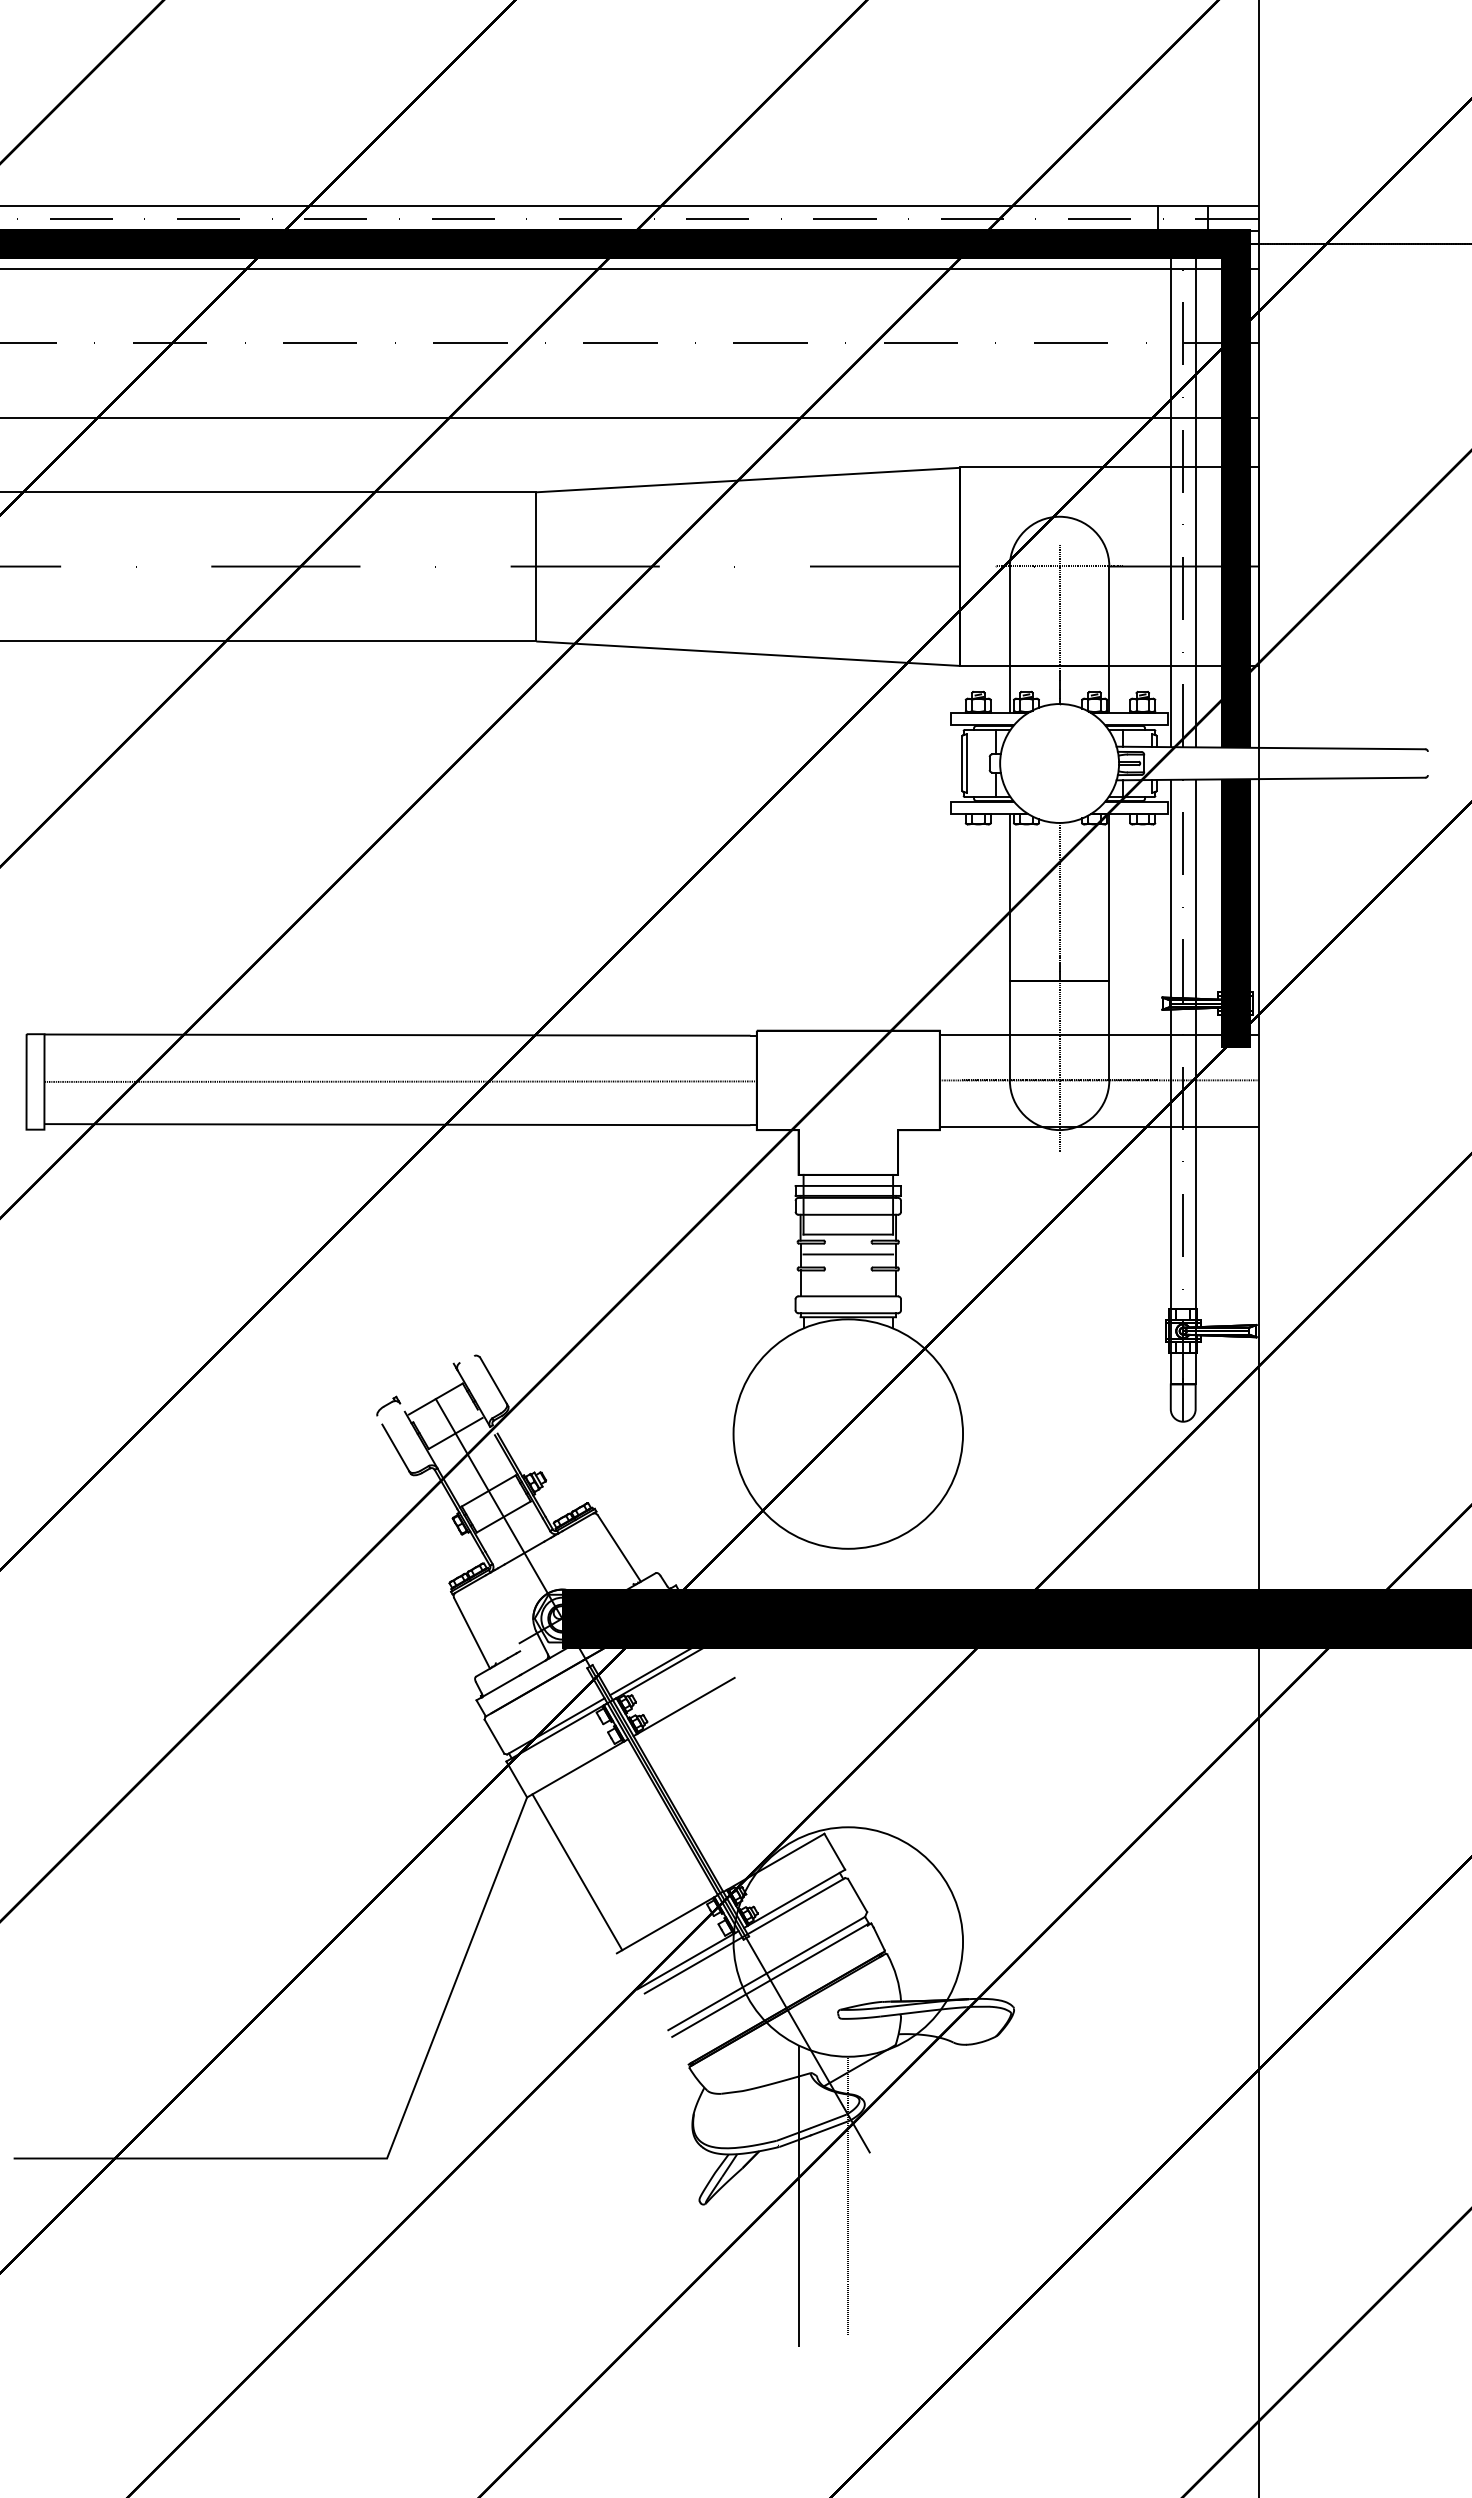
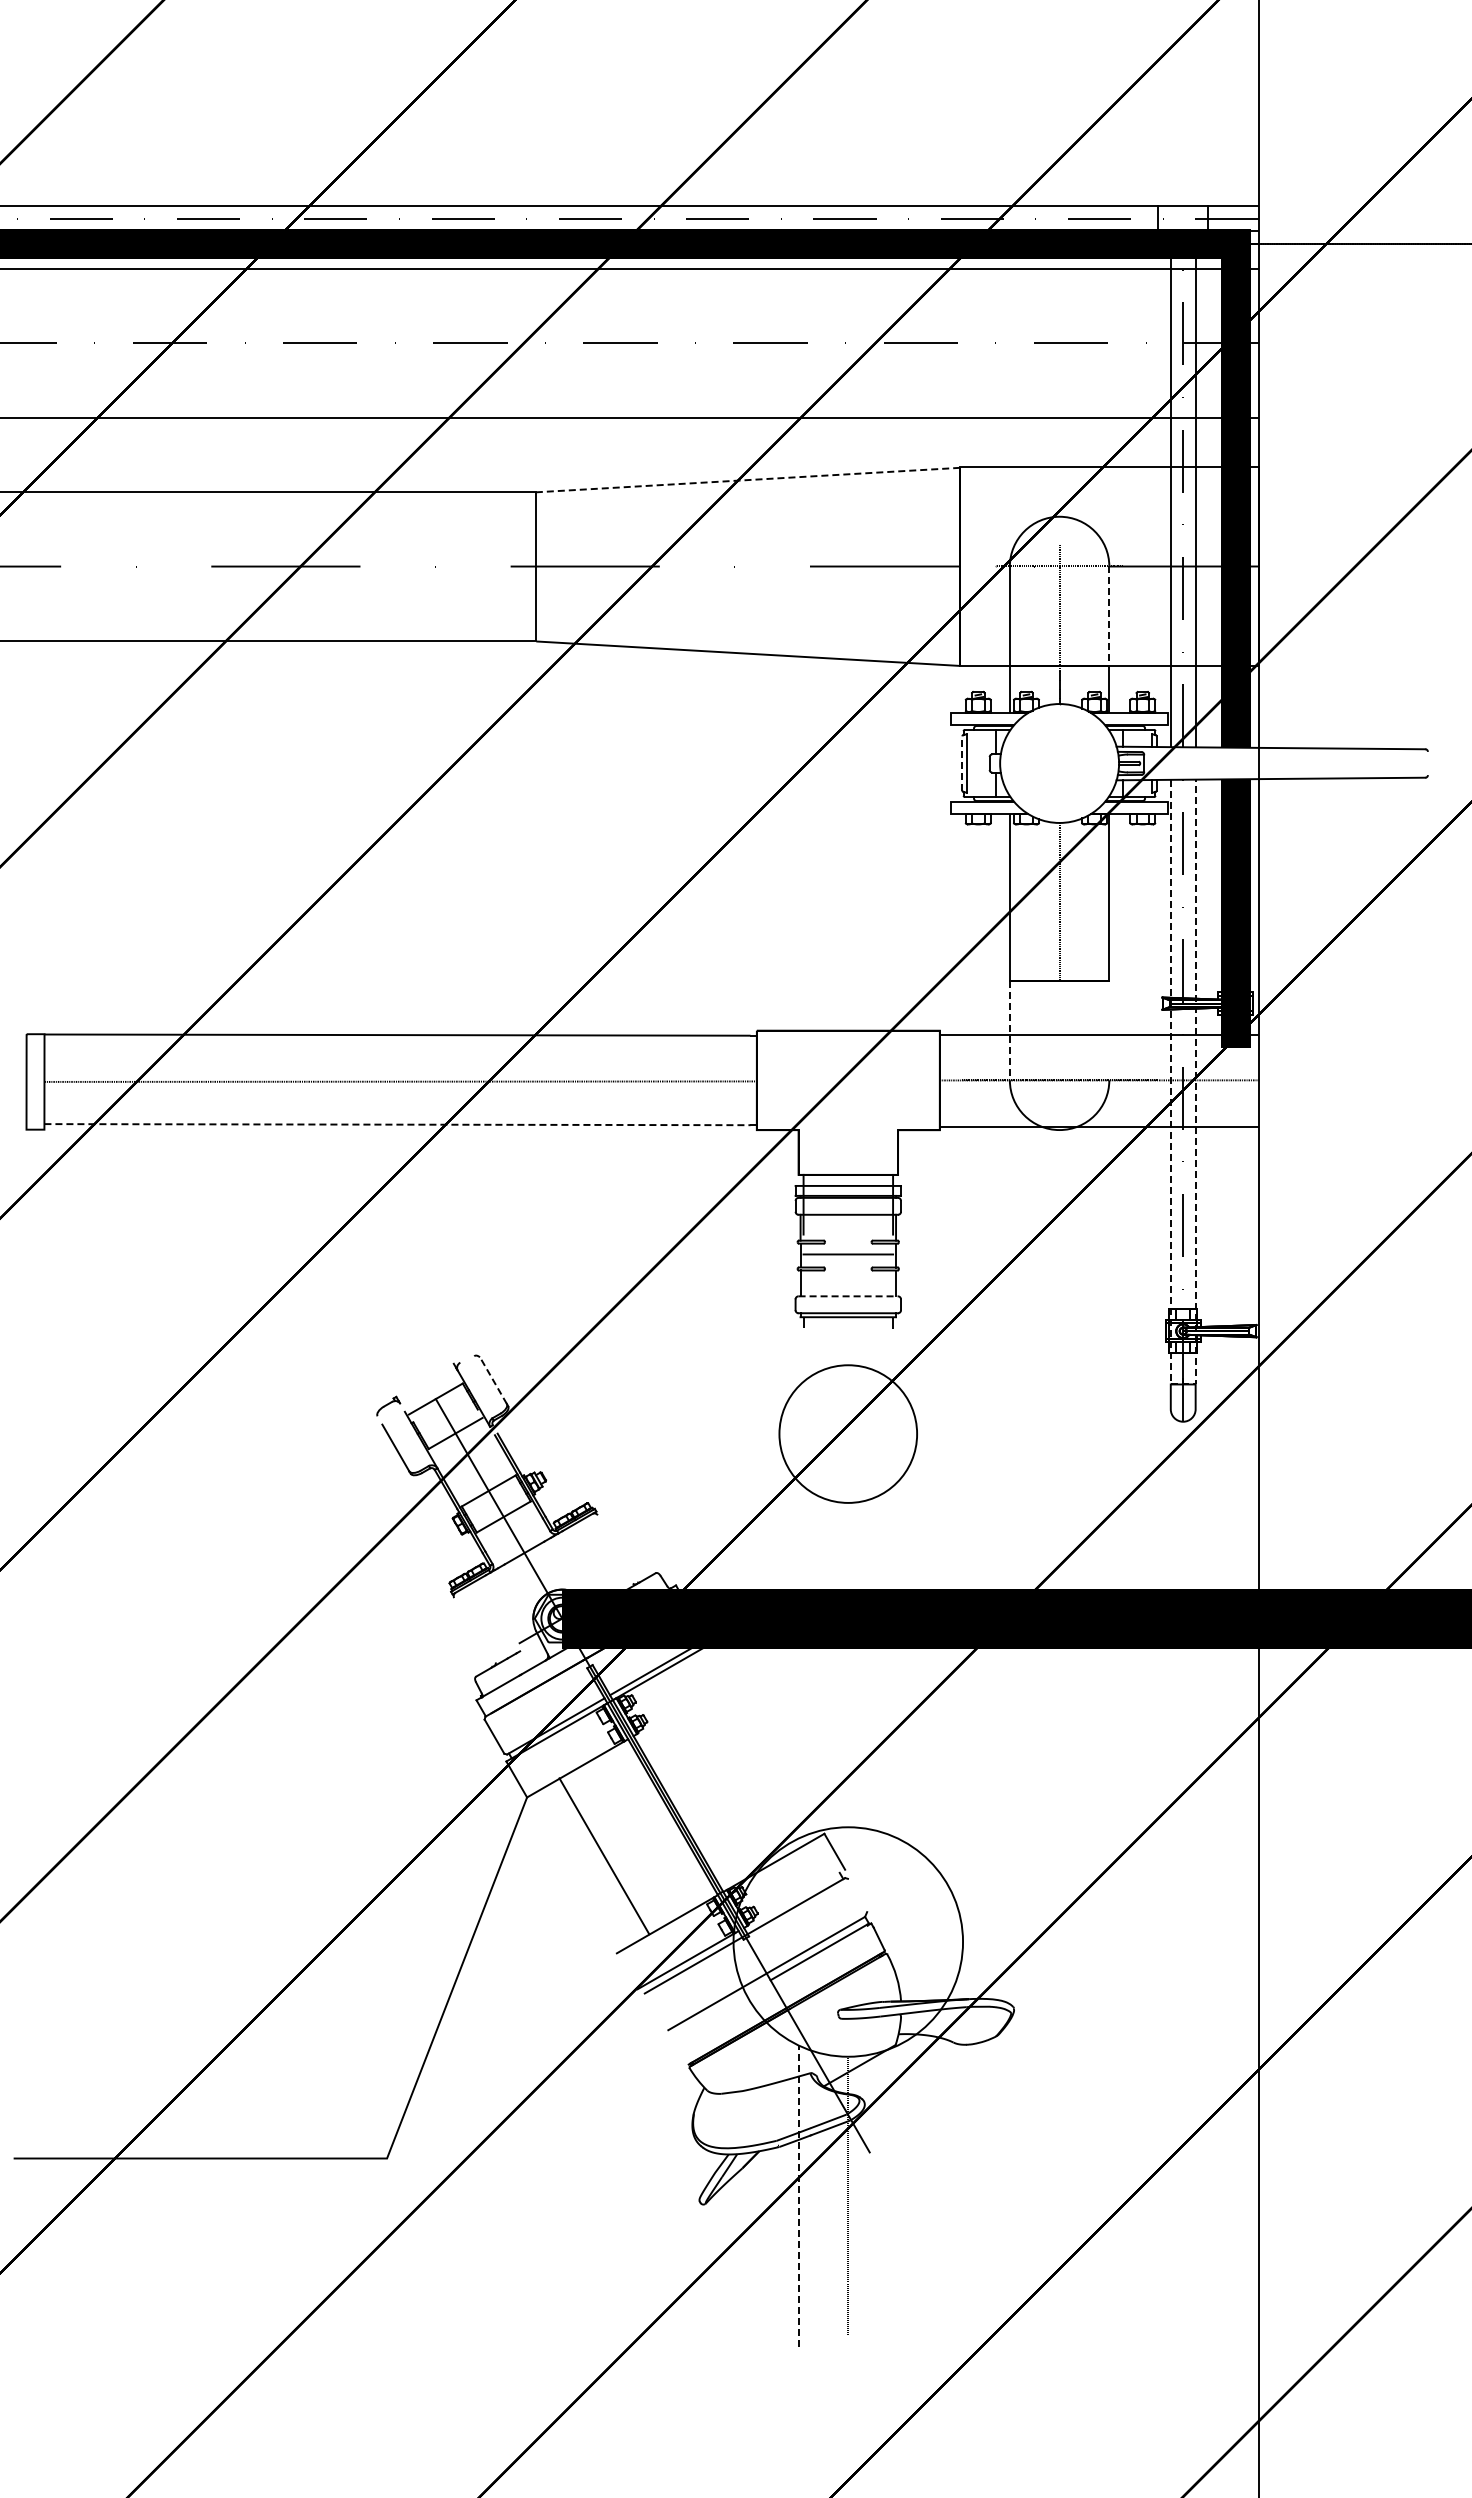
line at (747, 480): solid -> dashed
line at (1109, 616): solid -> dashed
line at (962, 763): solid -> dashed
line at (1009, 1030): solid -> dashed
line at (1109, 1030): present -> none
line at (1059, 1053): present -> none
line at (398, 1124): solid -> dashed
line at (848, 1234): present -> none
line at (848, 1296): solid -> dashed
line at (493, 1380): solid -> dashed
line at (1183, 1384): solid -> dashed
circle at (848, 1433) diameter: 229 px -> 138 px
line at (618, 1548): present -> none
line at (472, 1633): present -> none
line at (685, 1705): present -> none
line at (577, 1872) position: (577, 1872) -> (604, 1856)
line at (857, 1895): present -> none
line at (796, 1897): present -> none
line at (721, 2008): present -> none
line at (798, 2195): solid -> dashed
